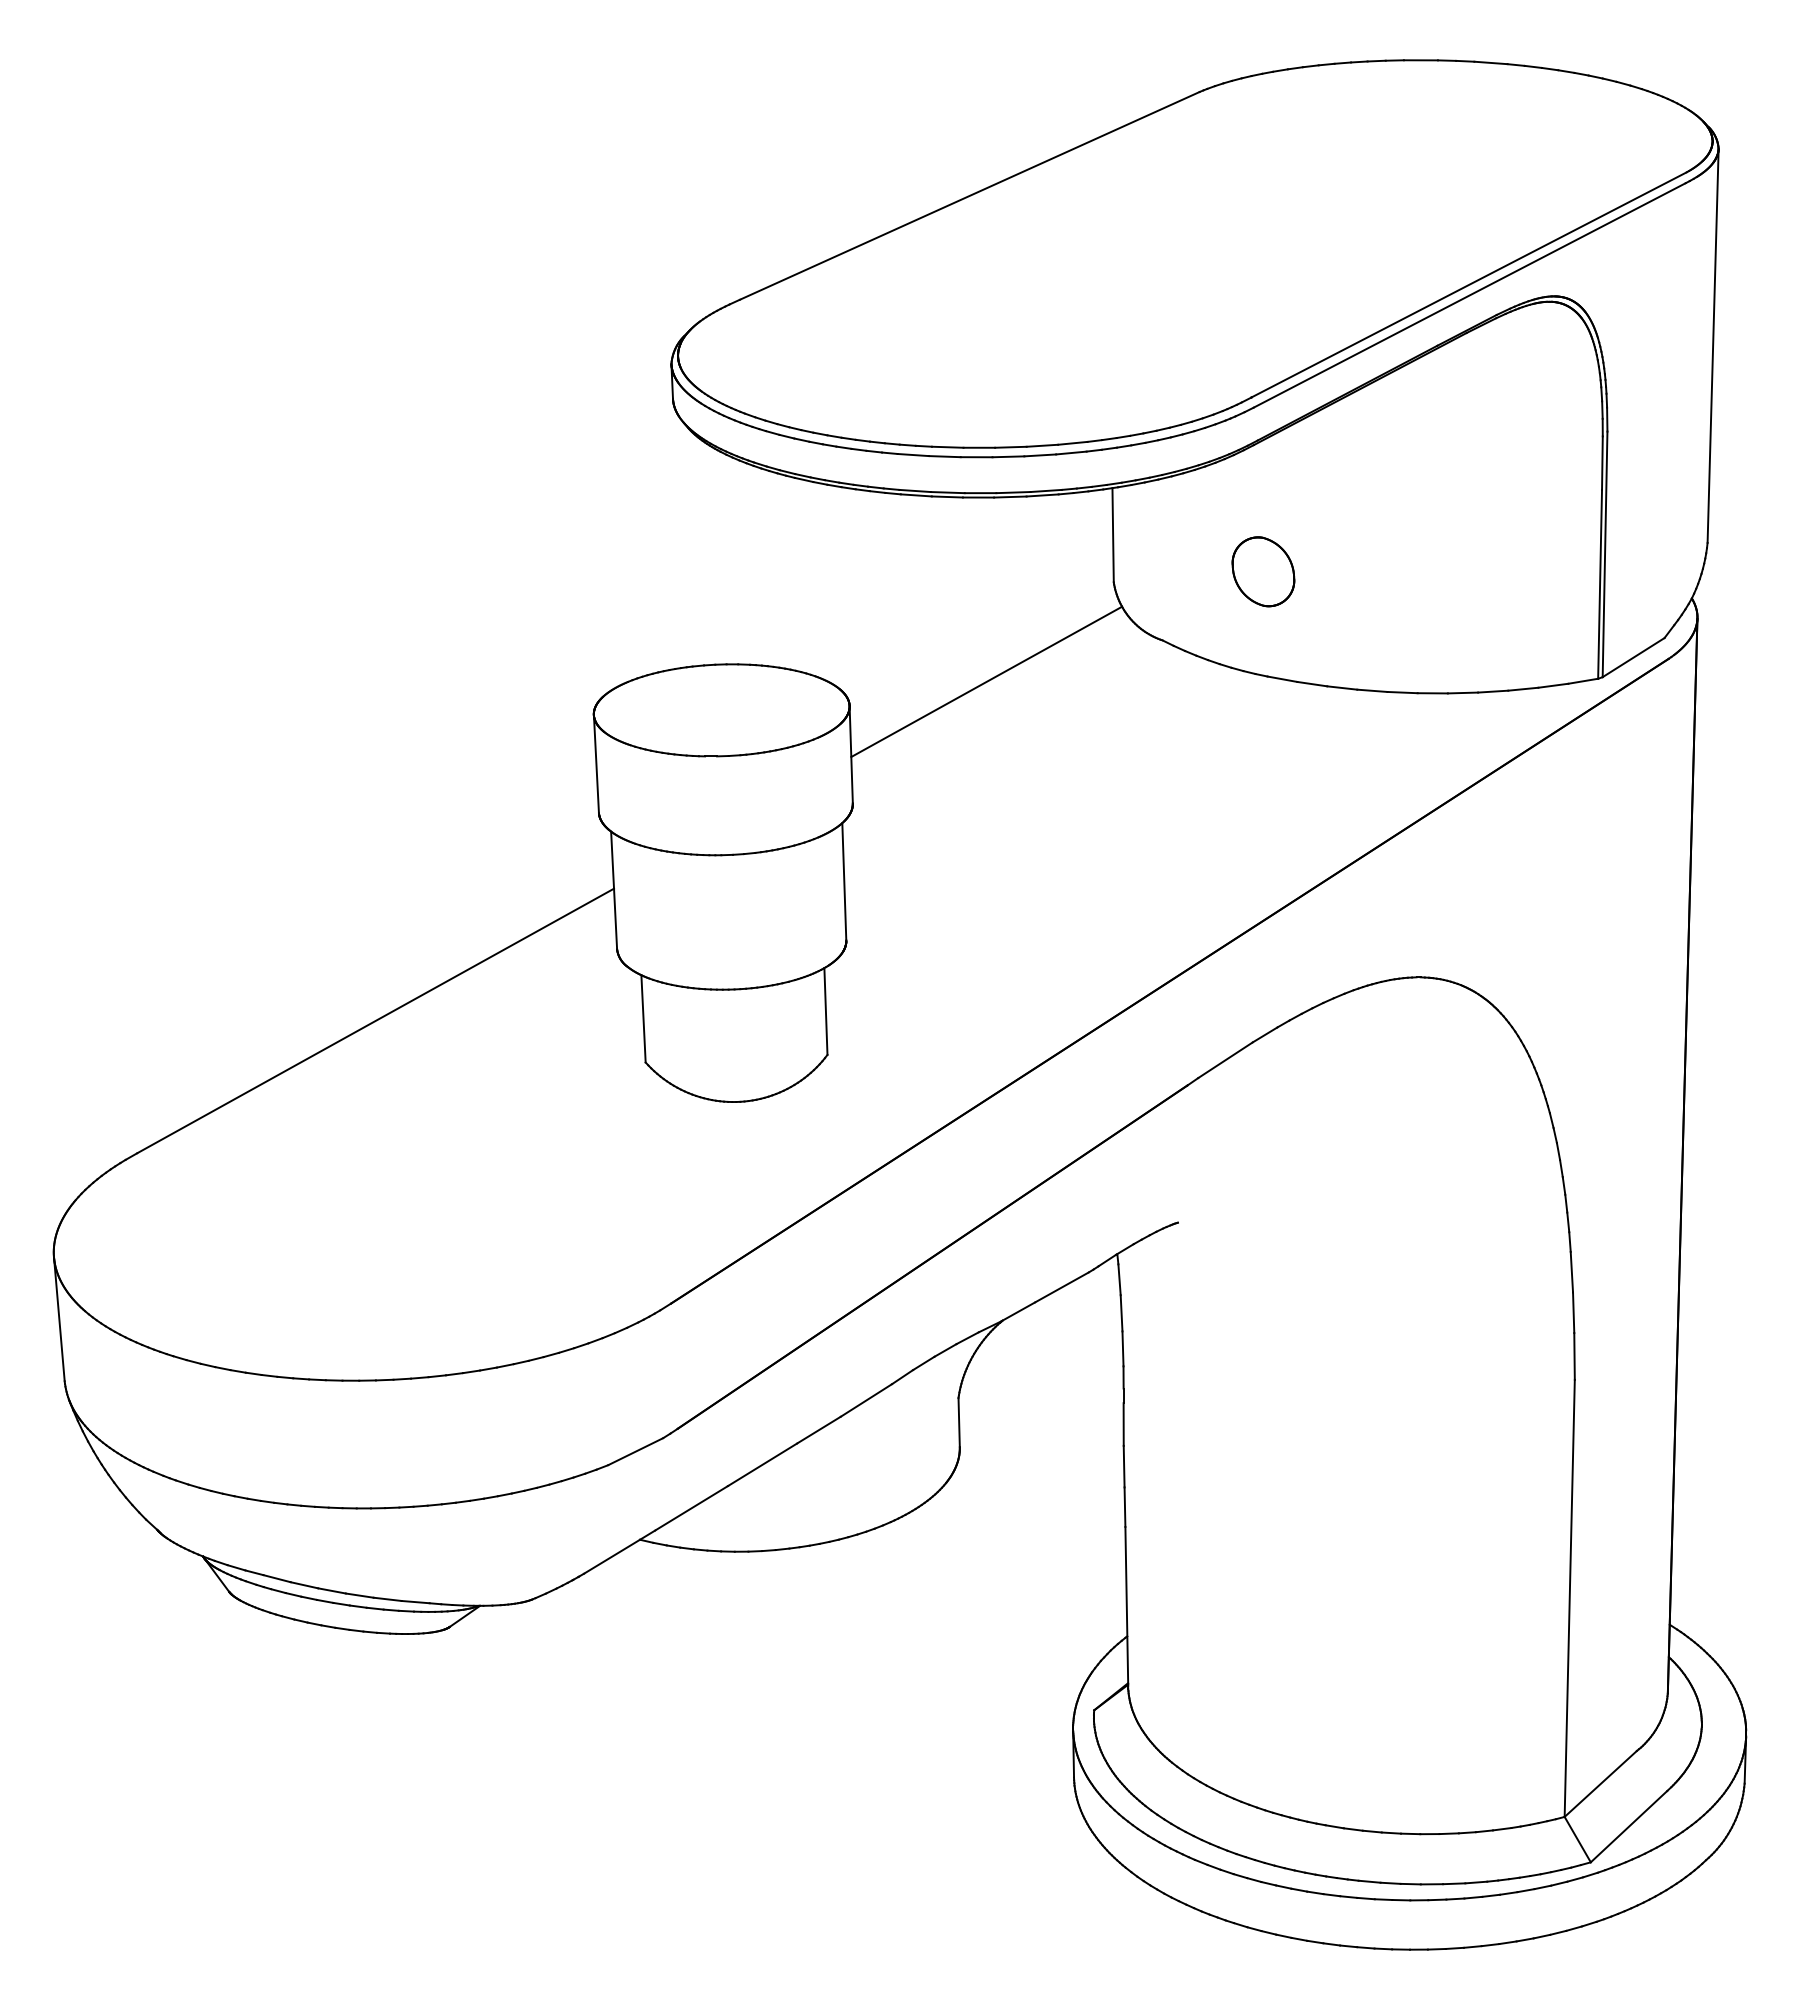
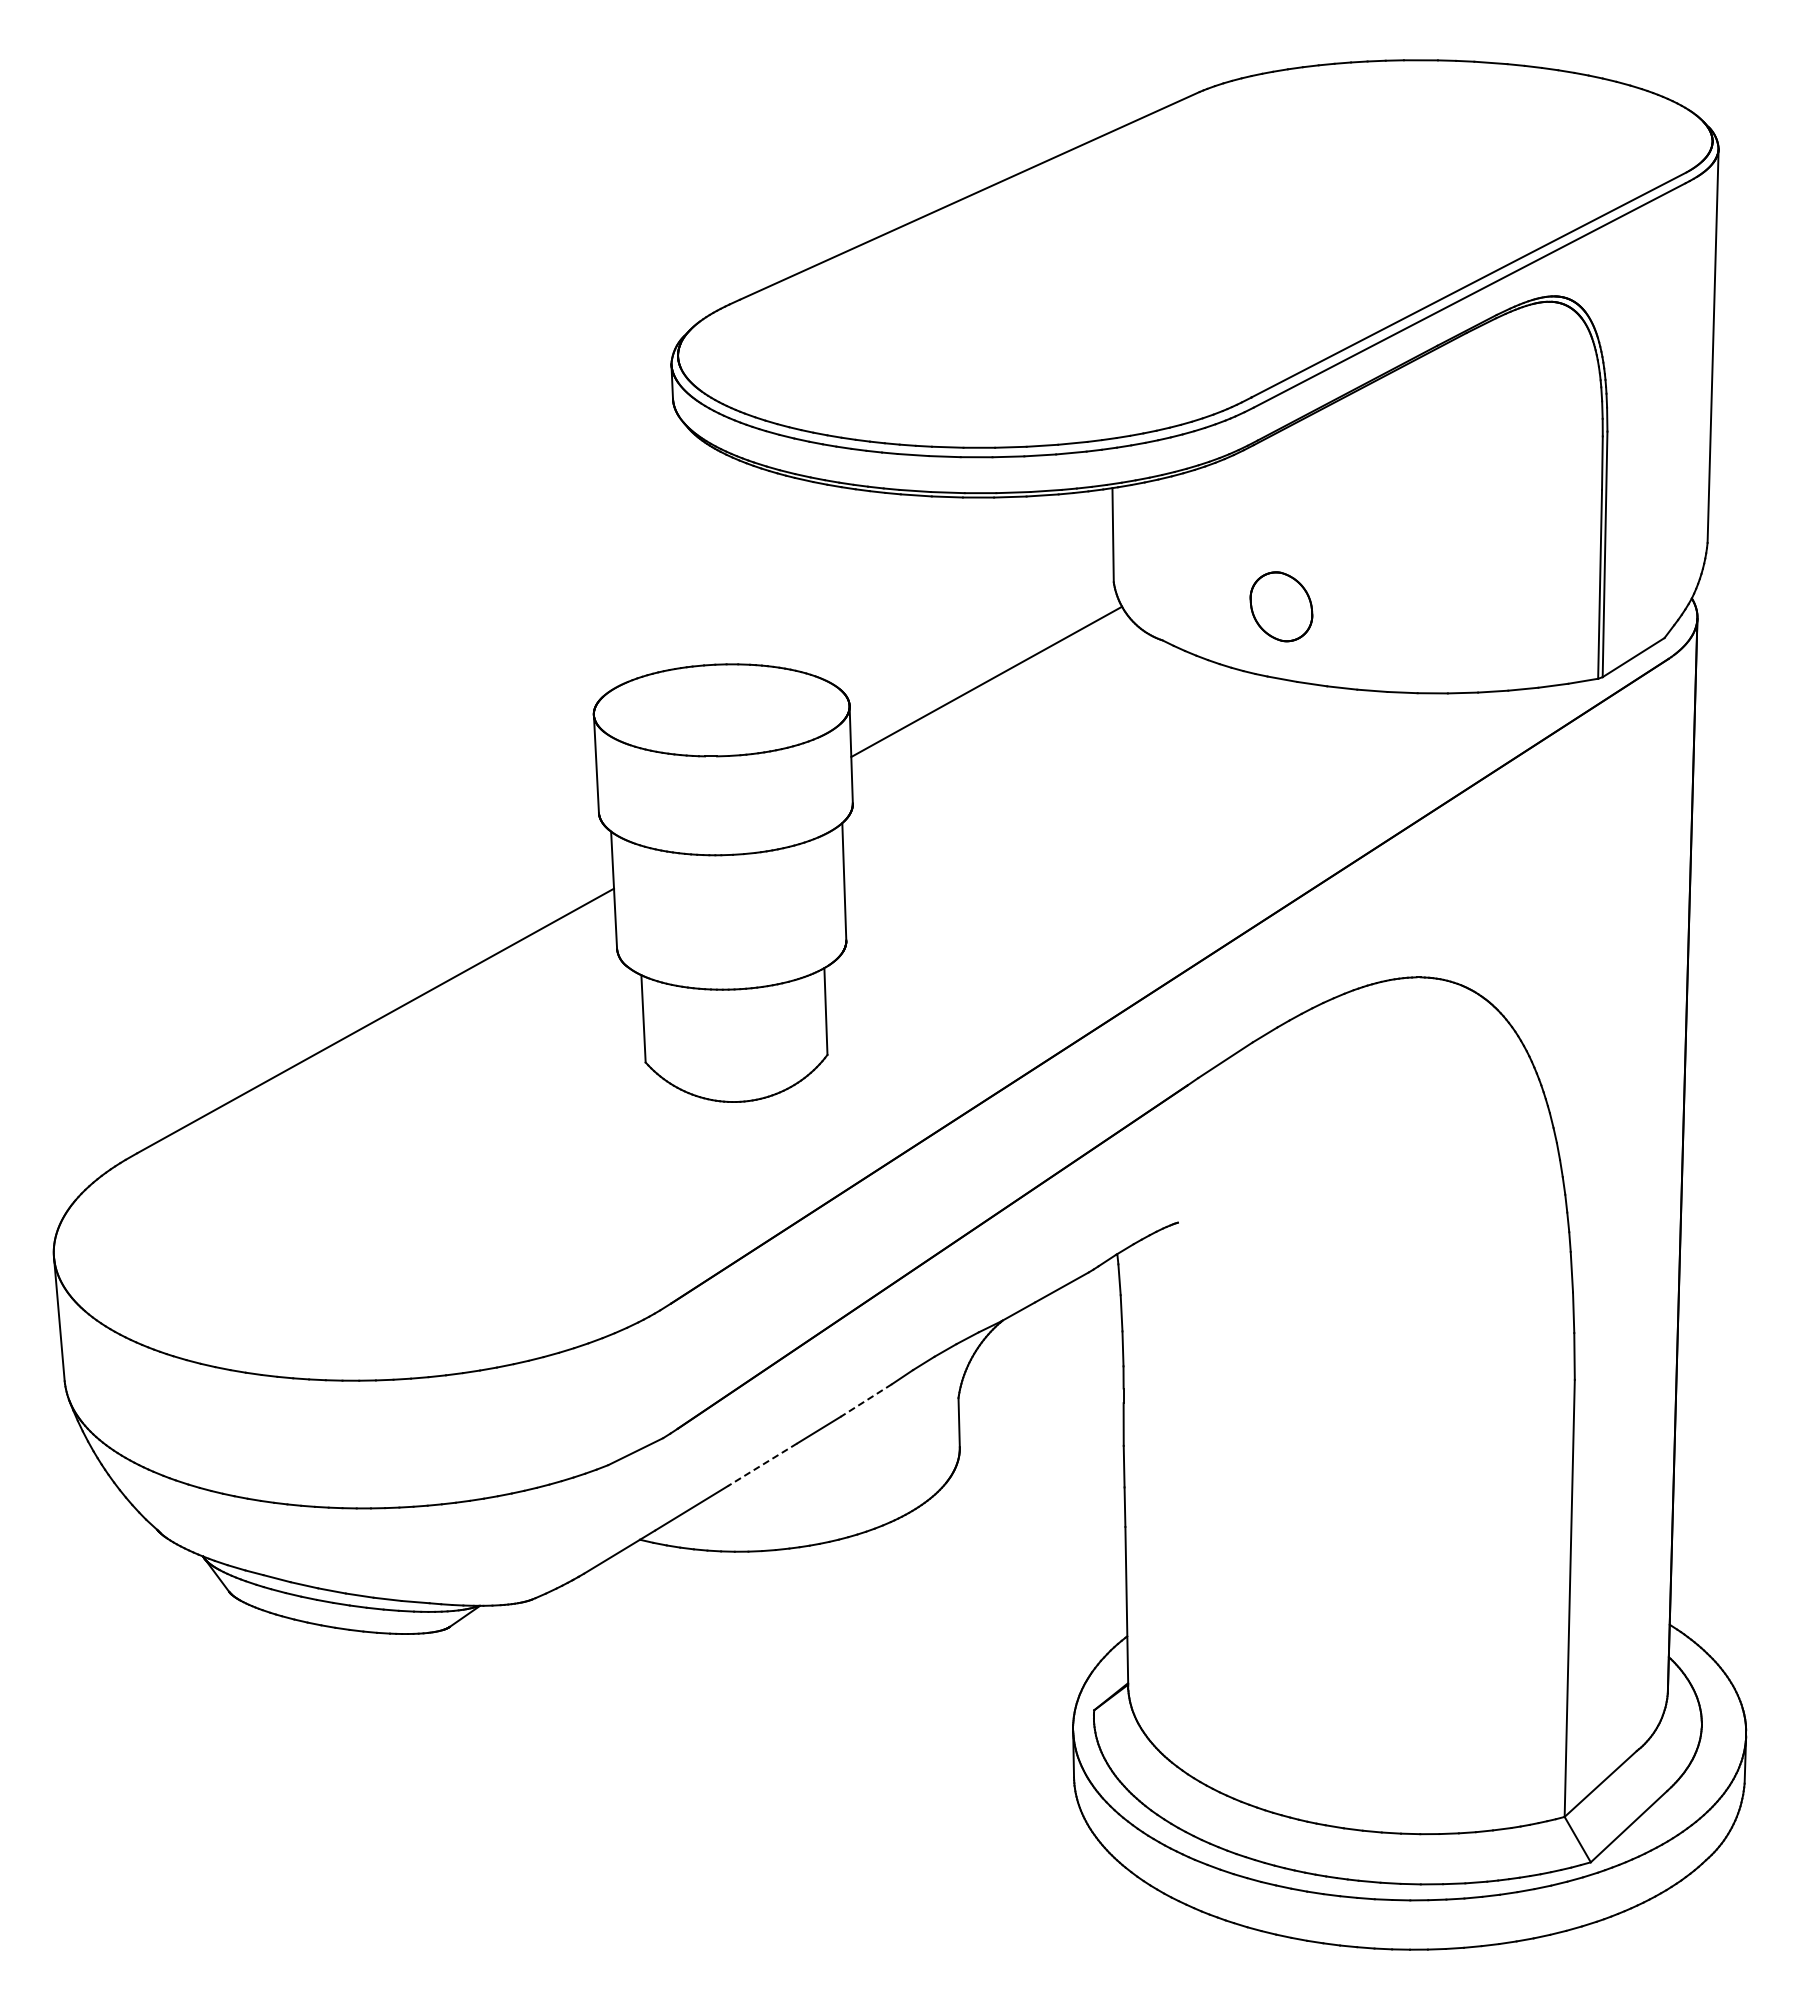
part at (1263, 571) position: (1263, 571) -> (1281, 606)
line at (865, 1400): solid -> dashed
line at (762, 1464): solid -> dashed
